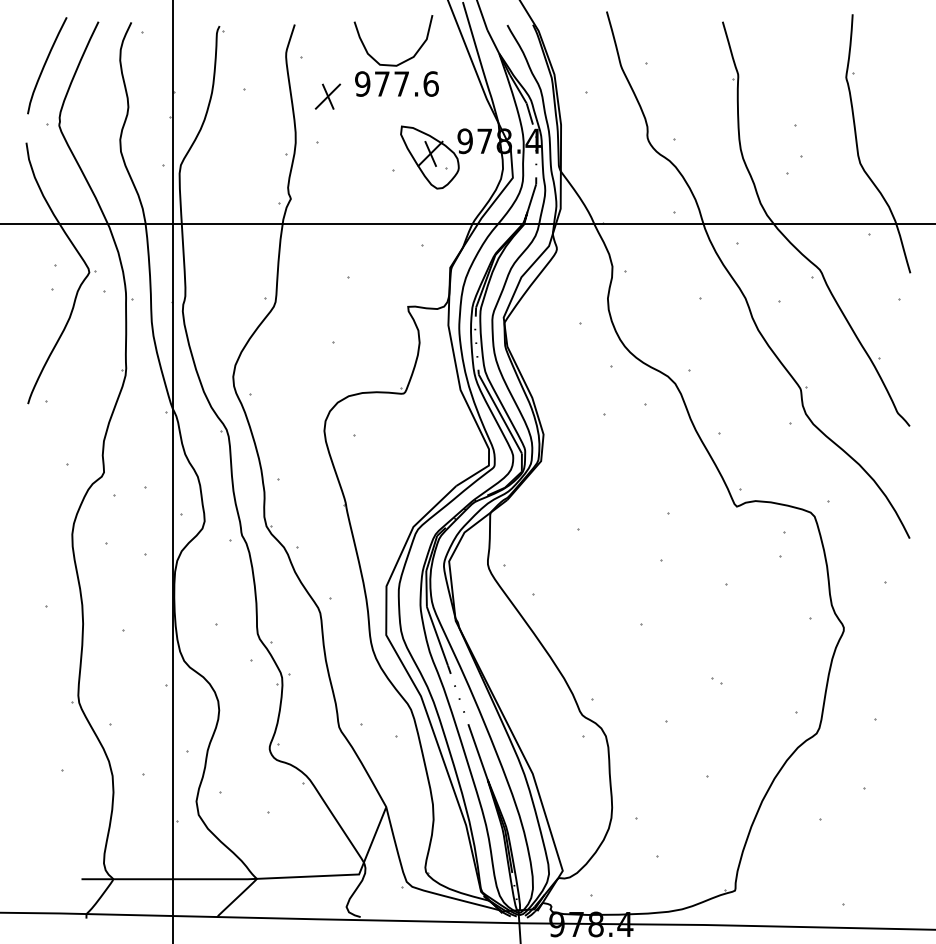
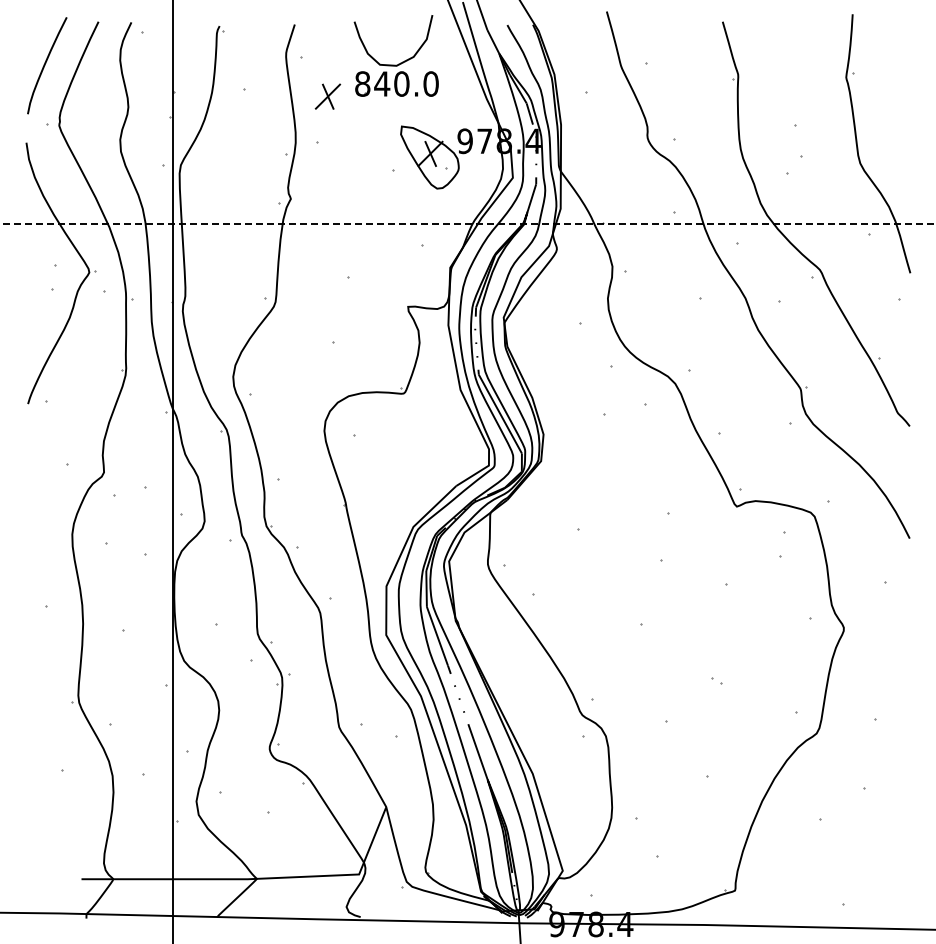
text at (396, 83): 977.6 -> 840.0
line at (468, 224): solid -> dashed
